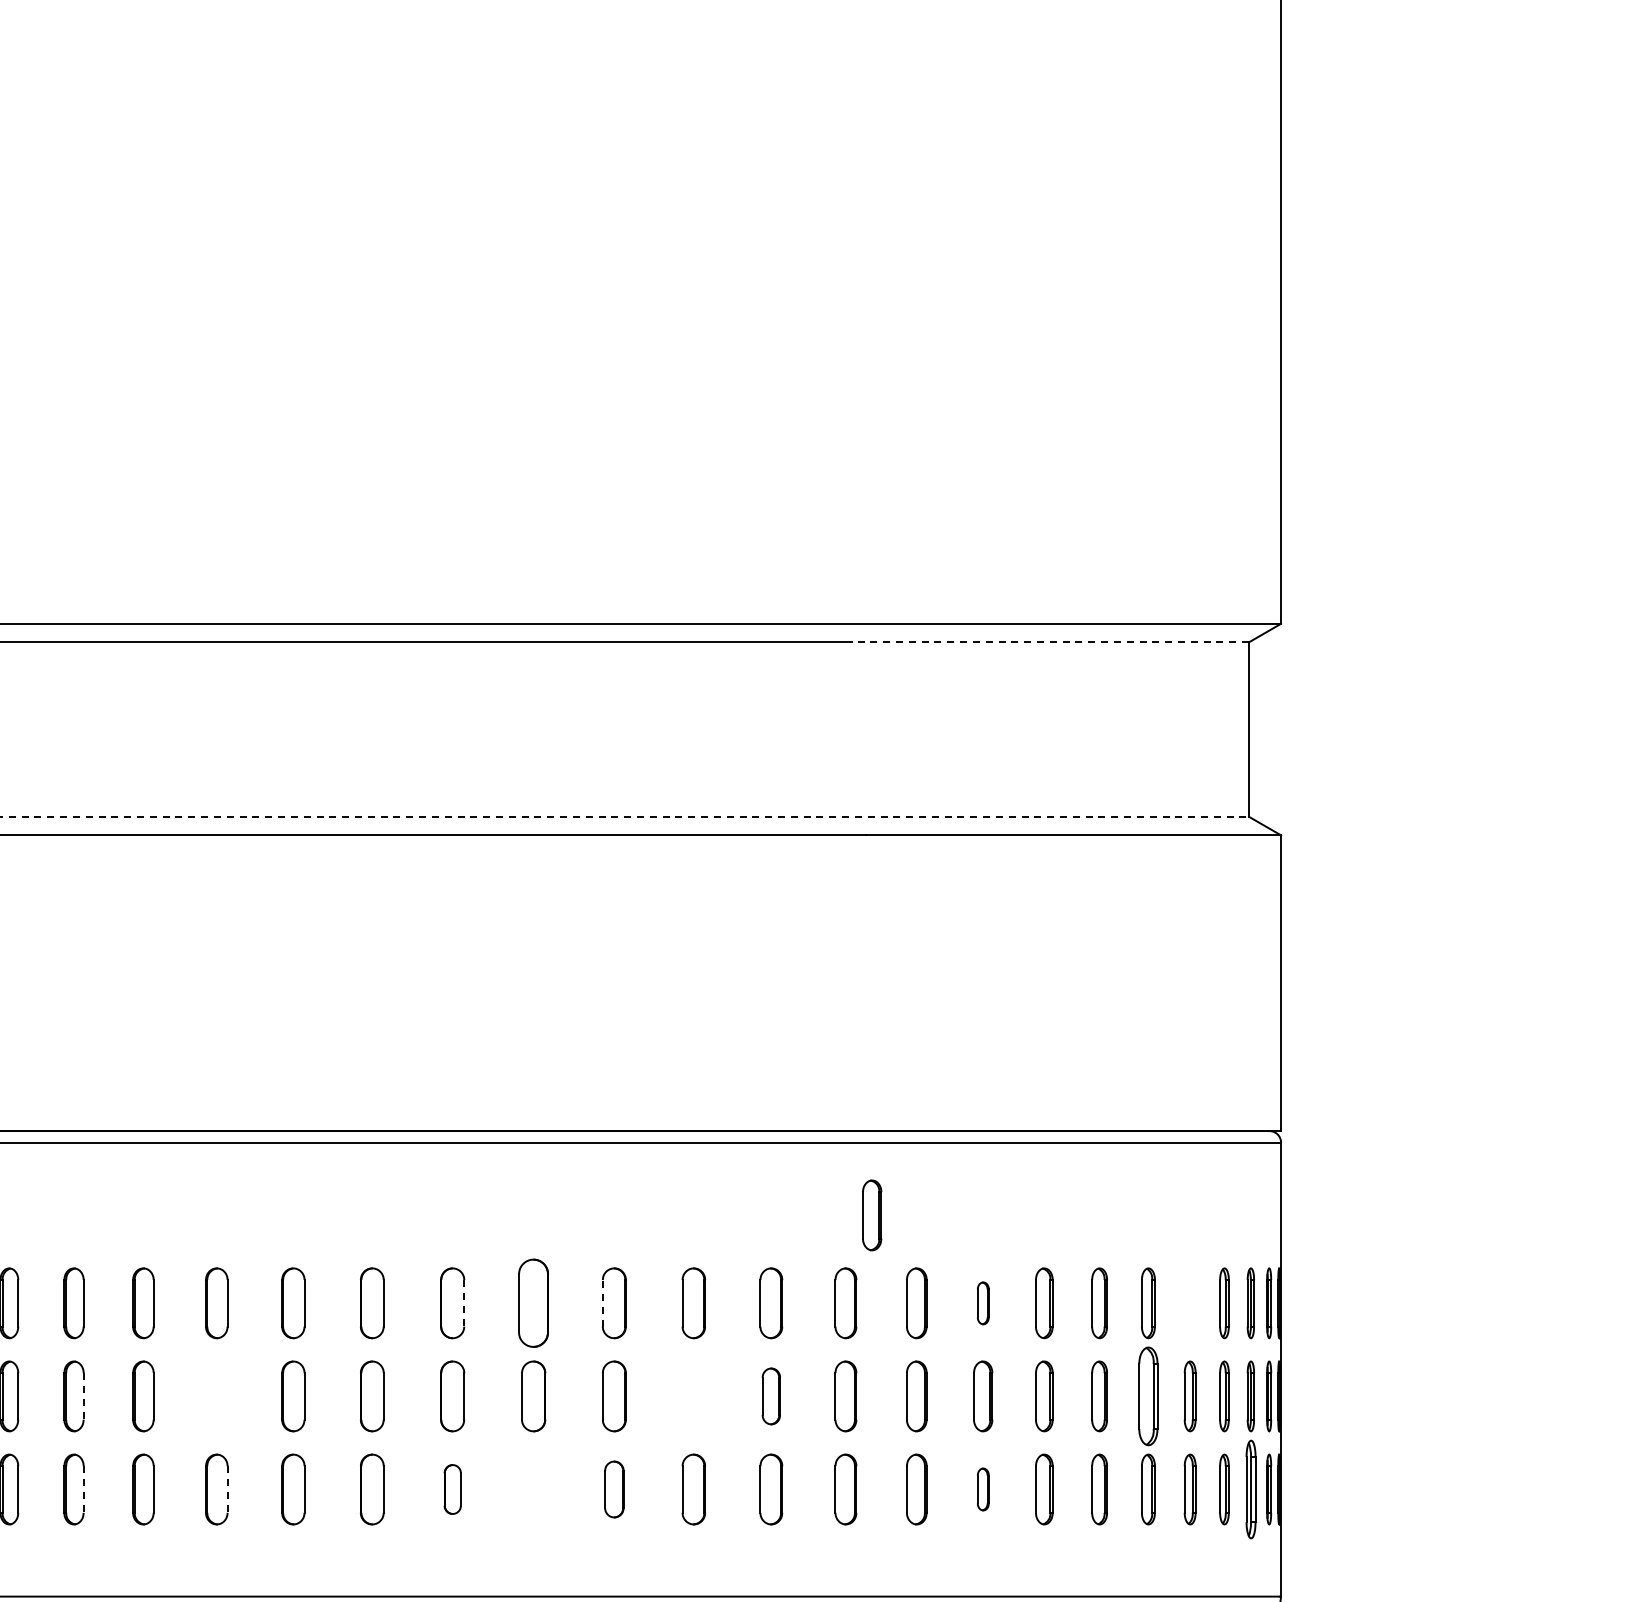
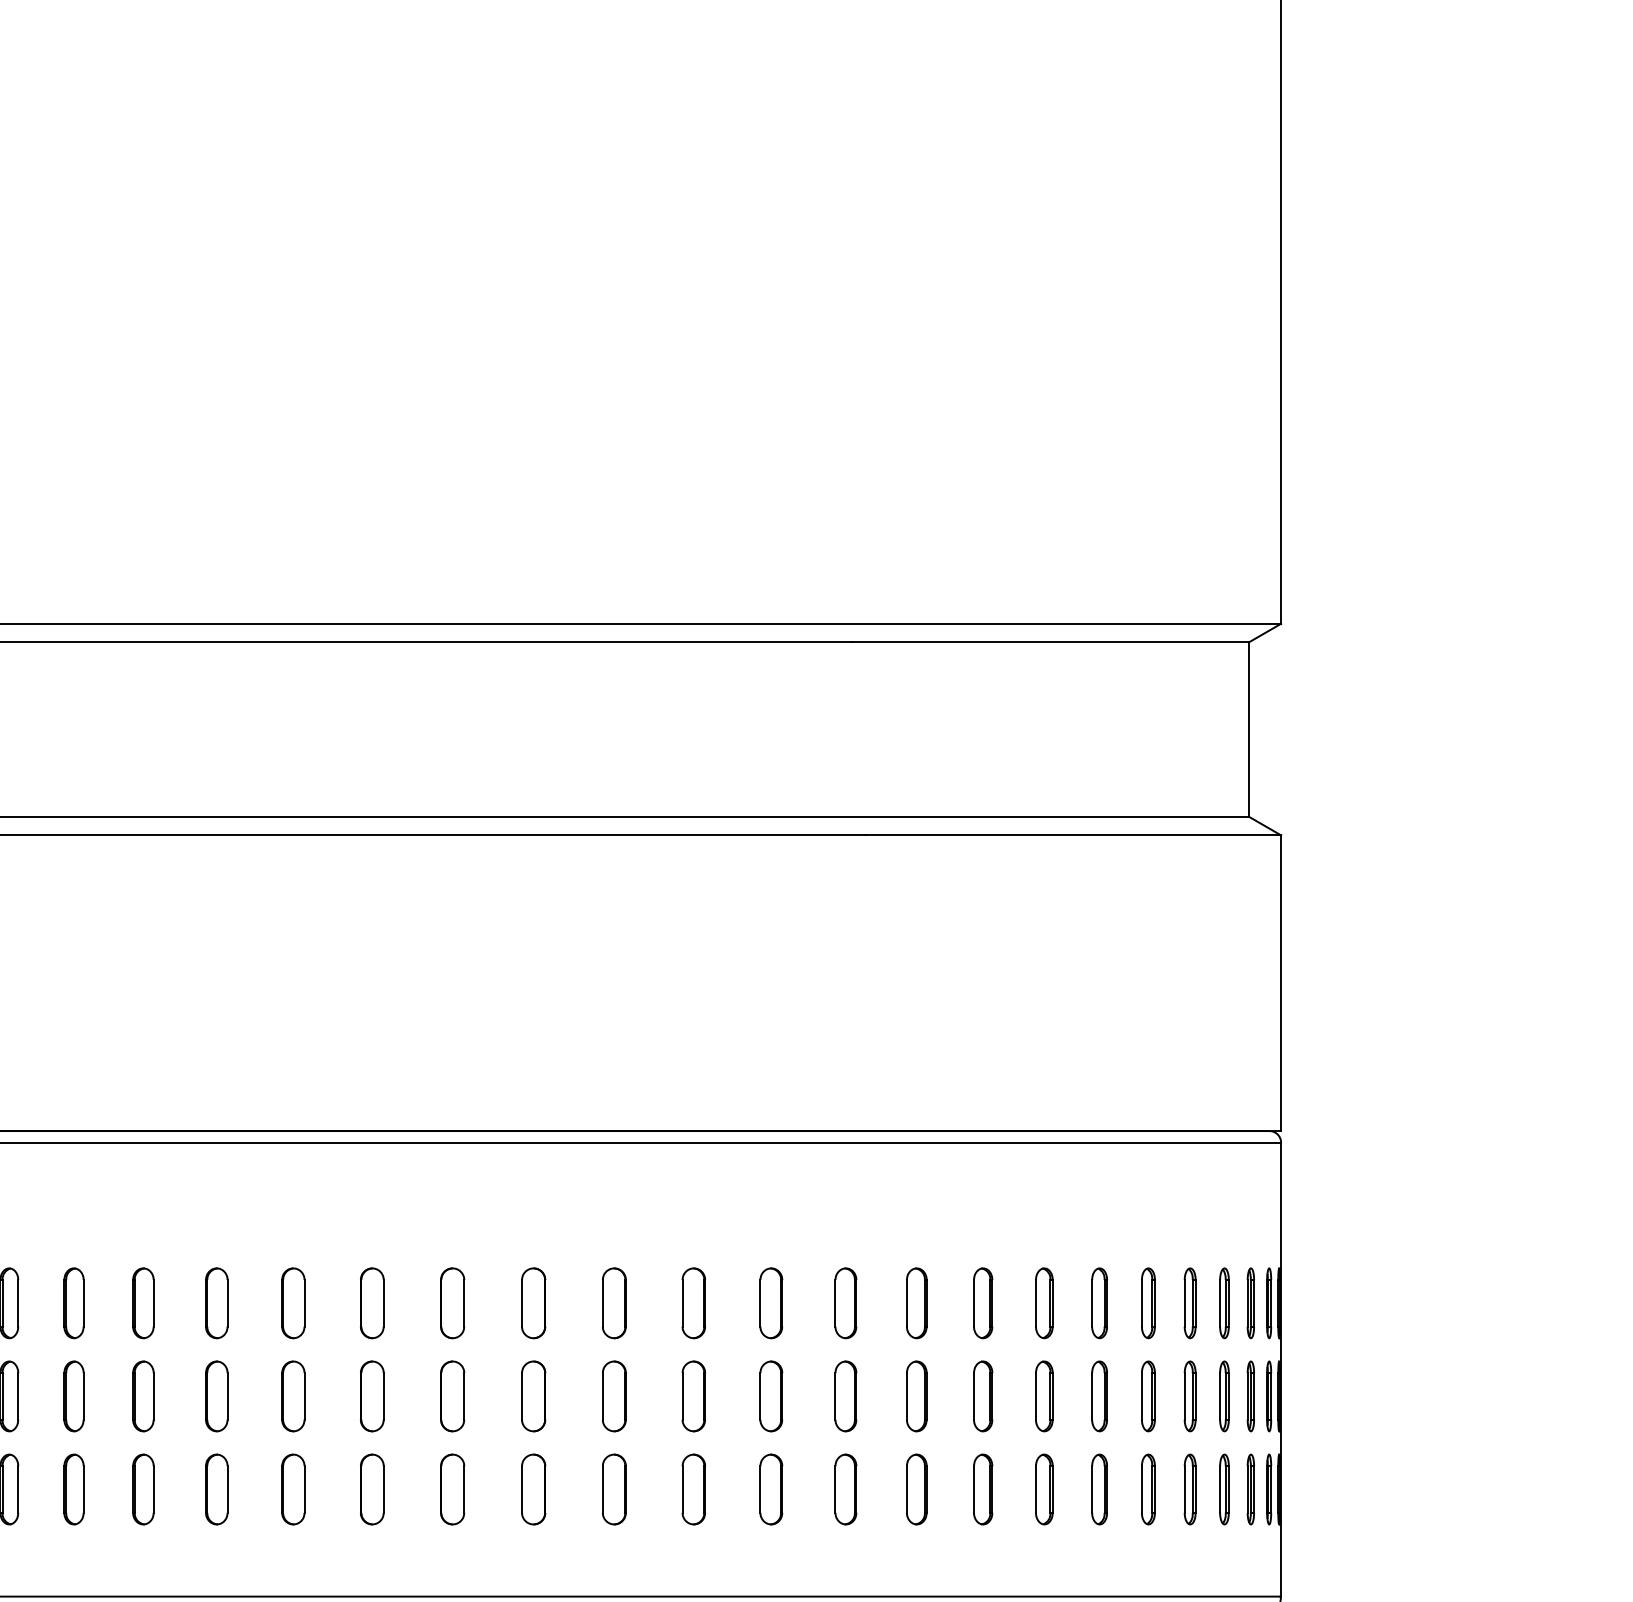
line at (1050, 642): dashed -> solid
line at (625, 816): dashed -> solid
part at (872, 1215): present -> none
part at (533, 1302) size: 31x90 px -> 26x73 px
line at (602, 1302): dashed -> solid
line at (464, 1303): dashed -> solid
part at (983, 1303) size: 13x45 px -> 21x73 px
part at (1189, 1303): none -> present
line at (83, 1396): dashed -> solid
part at (216, 1396): none -> present
part at (693, 1396): none -> present
part at (770, 1396) size: 20x59 px -> 25x73 px
part at (1148, 1396) size: 21x101 px -> 15x73 px
part at (452, 1489) size: 19x51 px -> 26x73 px
part at (533, 1489): none -> present
part at (614, 1489) size: 21x59 px -> 25x73 px
part at (983, 1489) size: 13x45 px -> 21x73 px
part at (1250, 1489) size: 12x101 px -> 9x73 px
line at (83, 1490): dashed -> solid
line at (227, 1490): dashed -> solid
